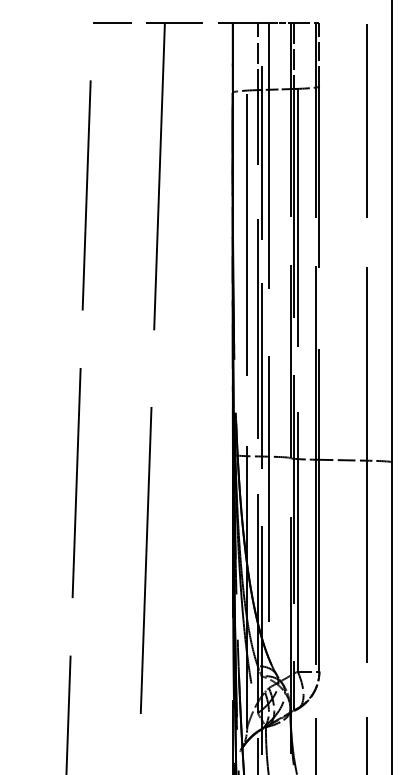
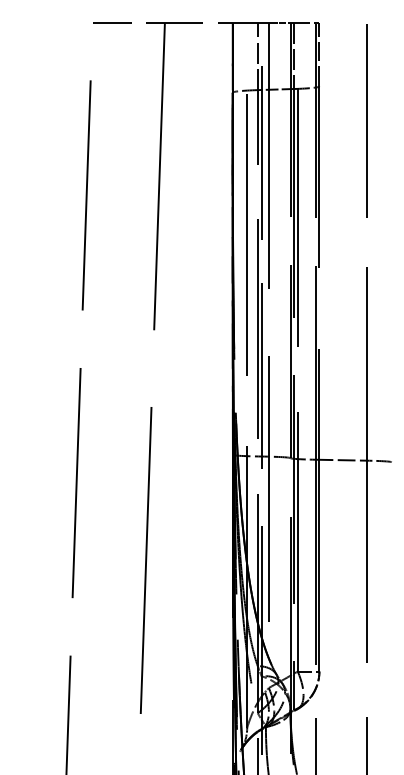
line at (391, 386): present -> none
